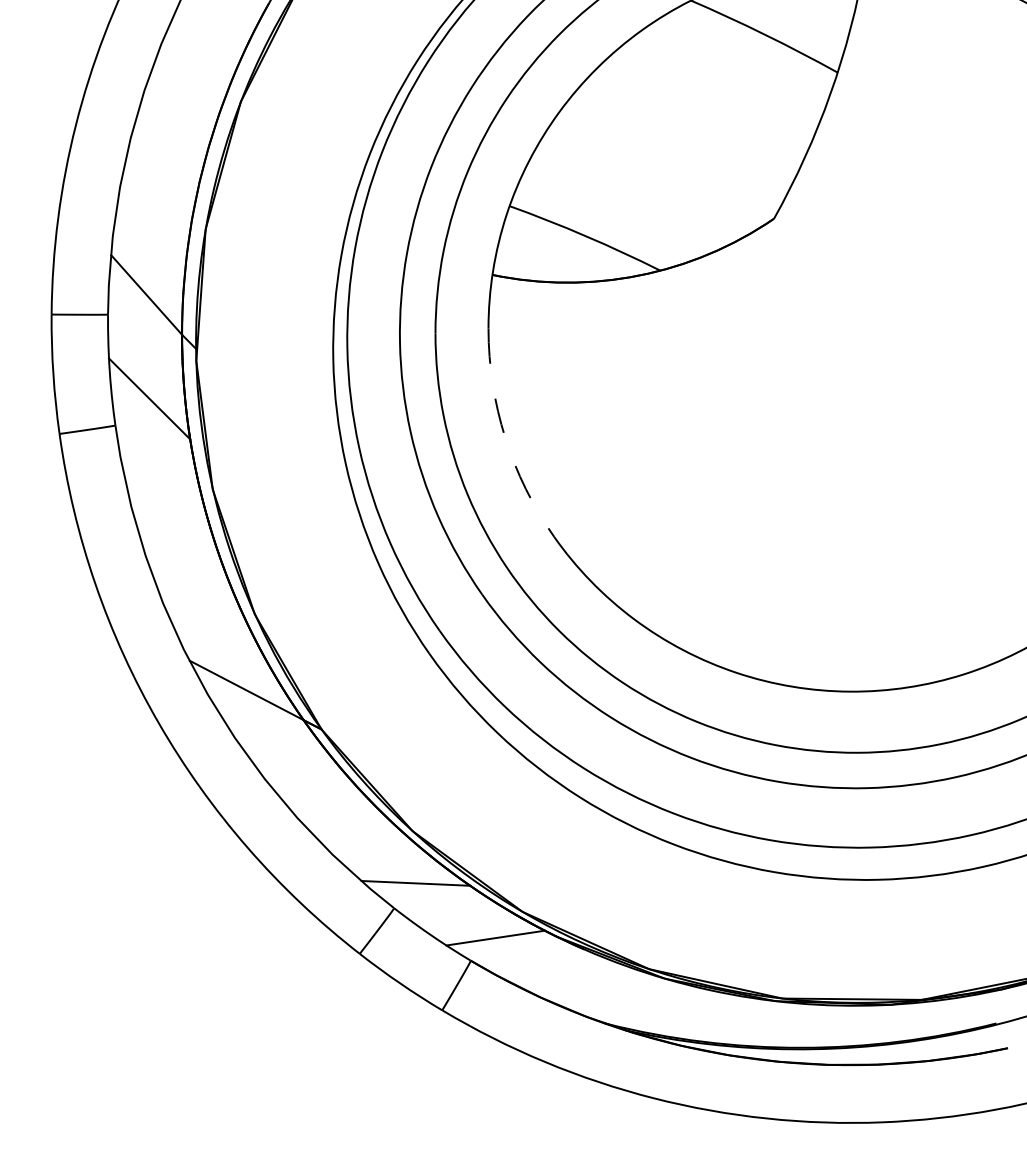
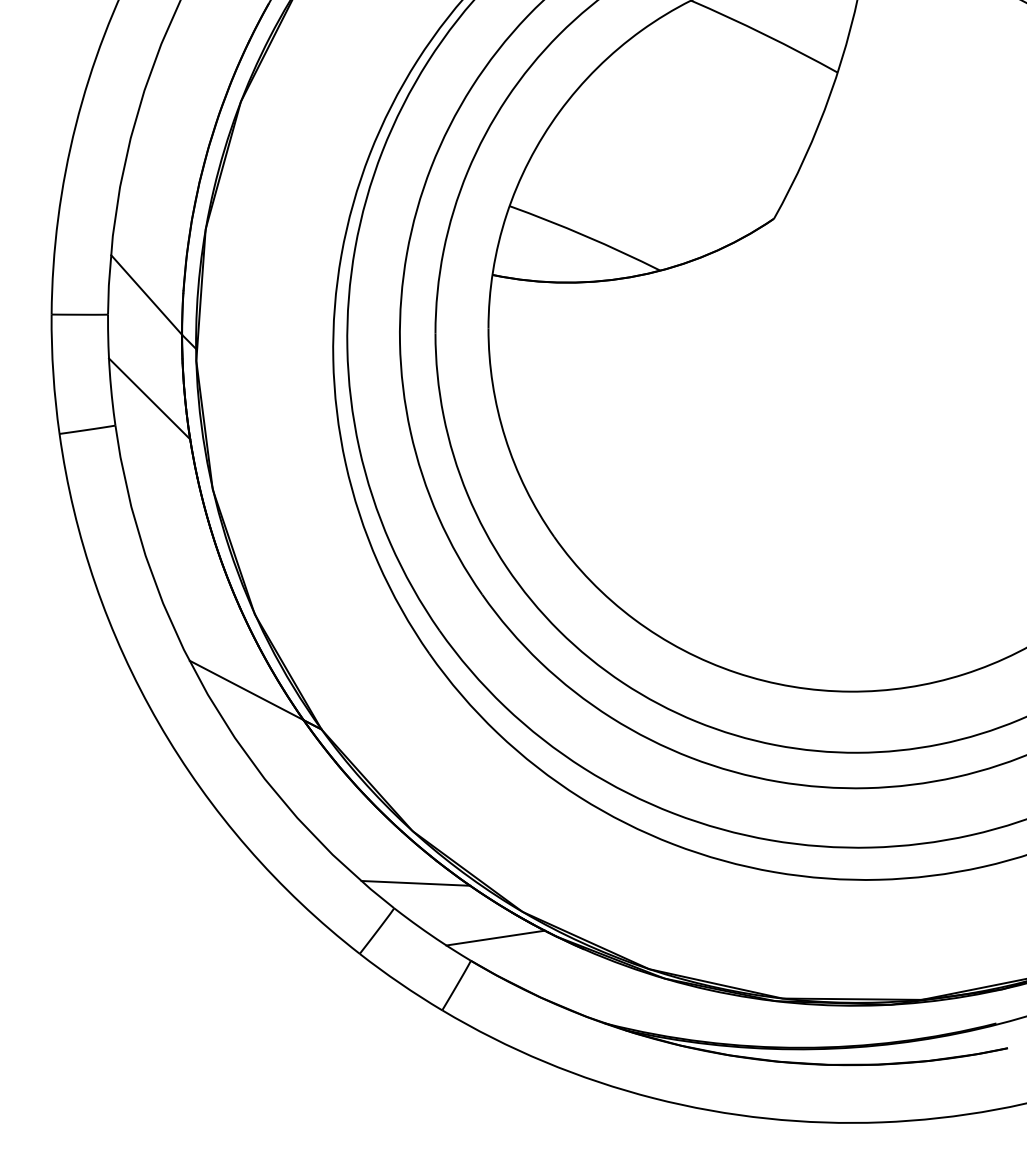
arc at (505, 437): dashed -> solid
